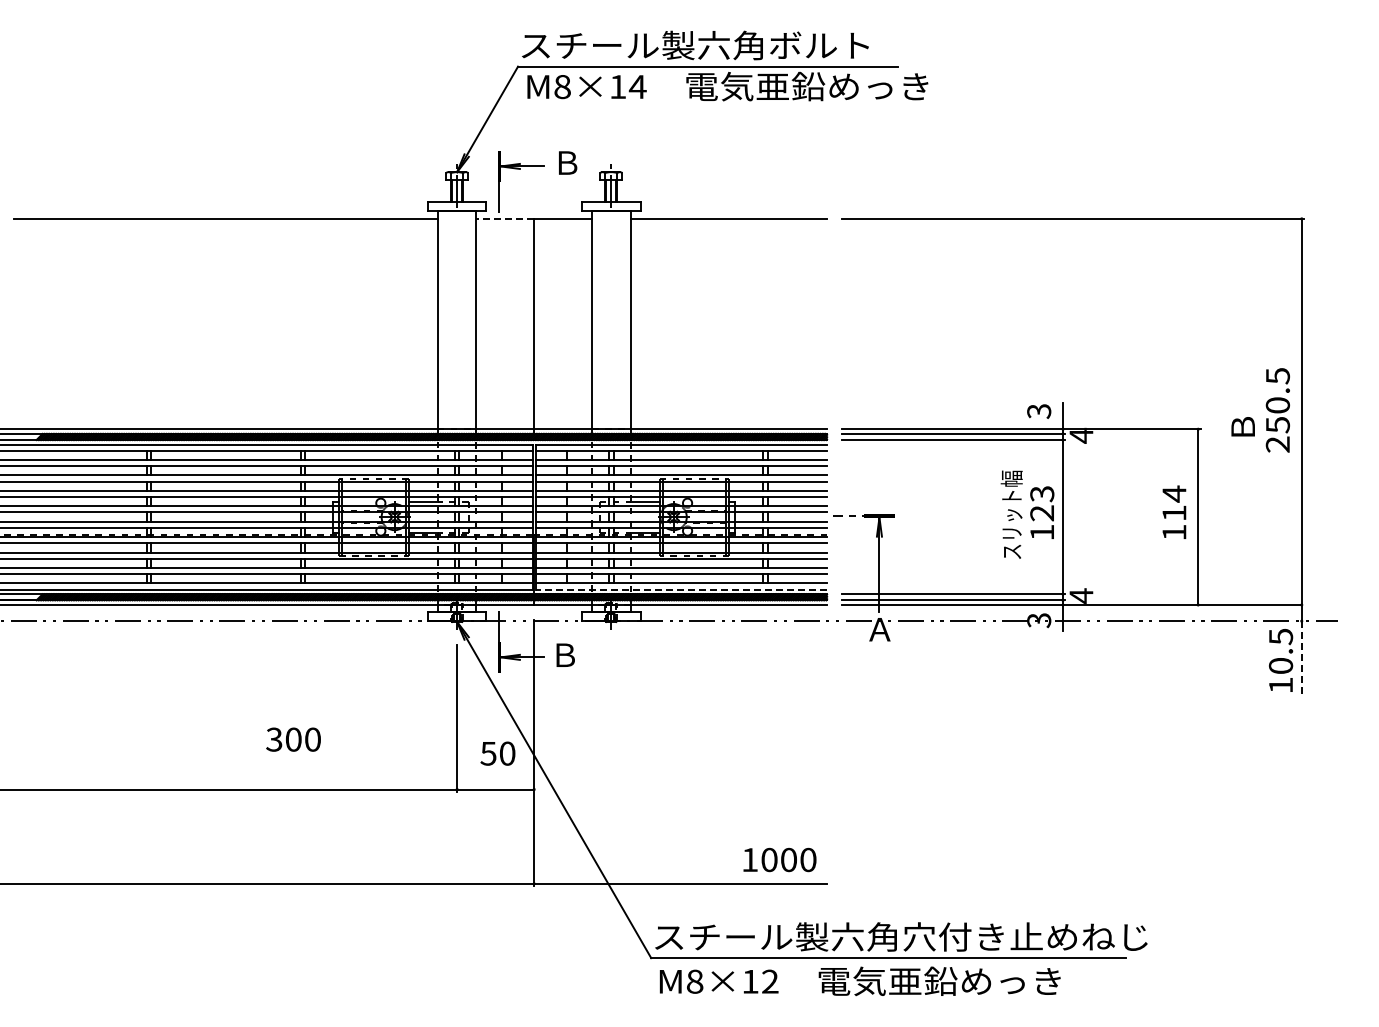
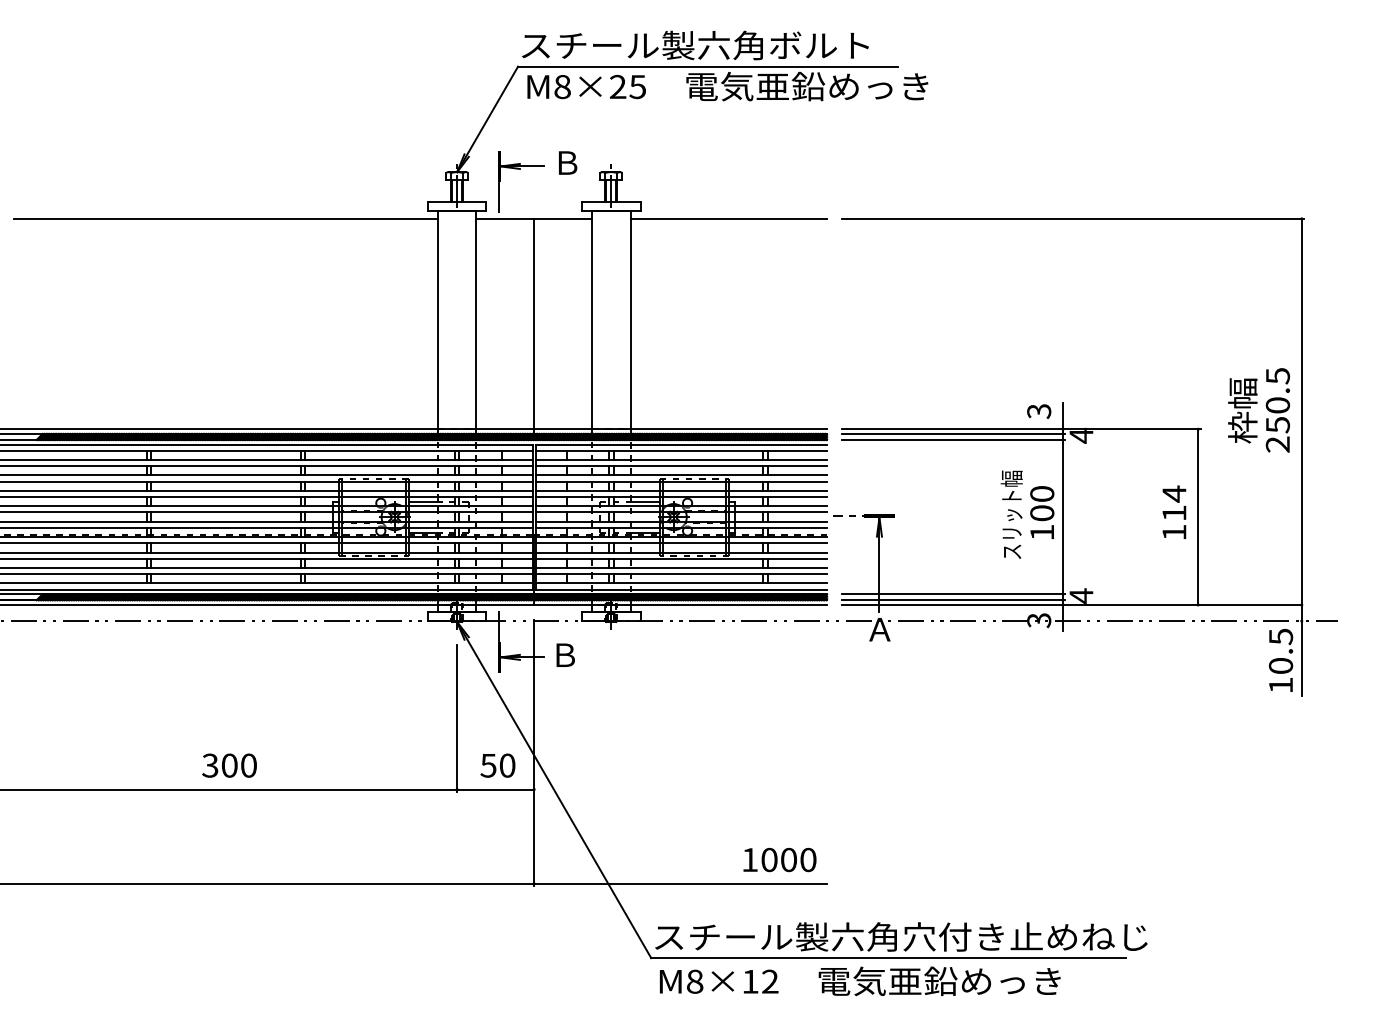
text at (627, 86): M8×14 -> M8×25
line at (505, 218): dashed -> solid
text at (1242, 410): Ｂ -> 枠幅
text at (1042, 503): 123 -> 100
line at (681, 589): dashed -> solid
line at (1301, 658): dashed -> solid
text at (293, 739) position: (293, 739) -> (229, 765)
text at (497, 753) position: (497, 753) -> (497, 765)
